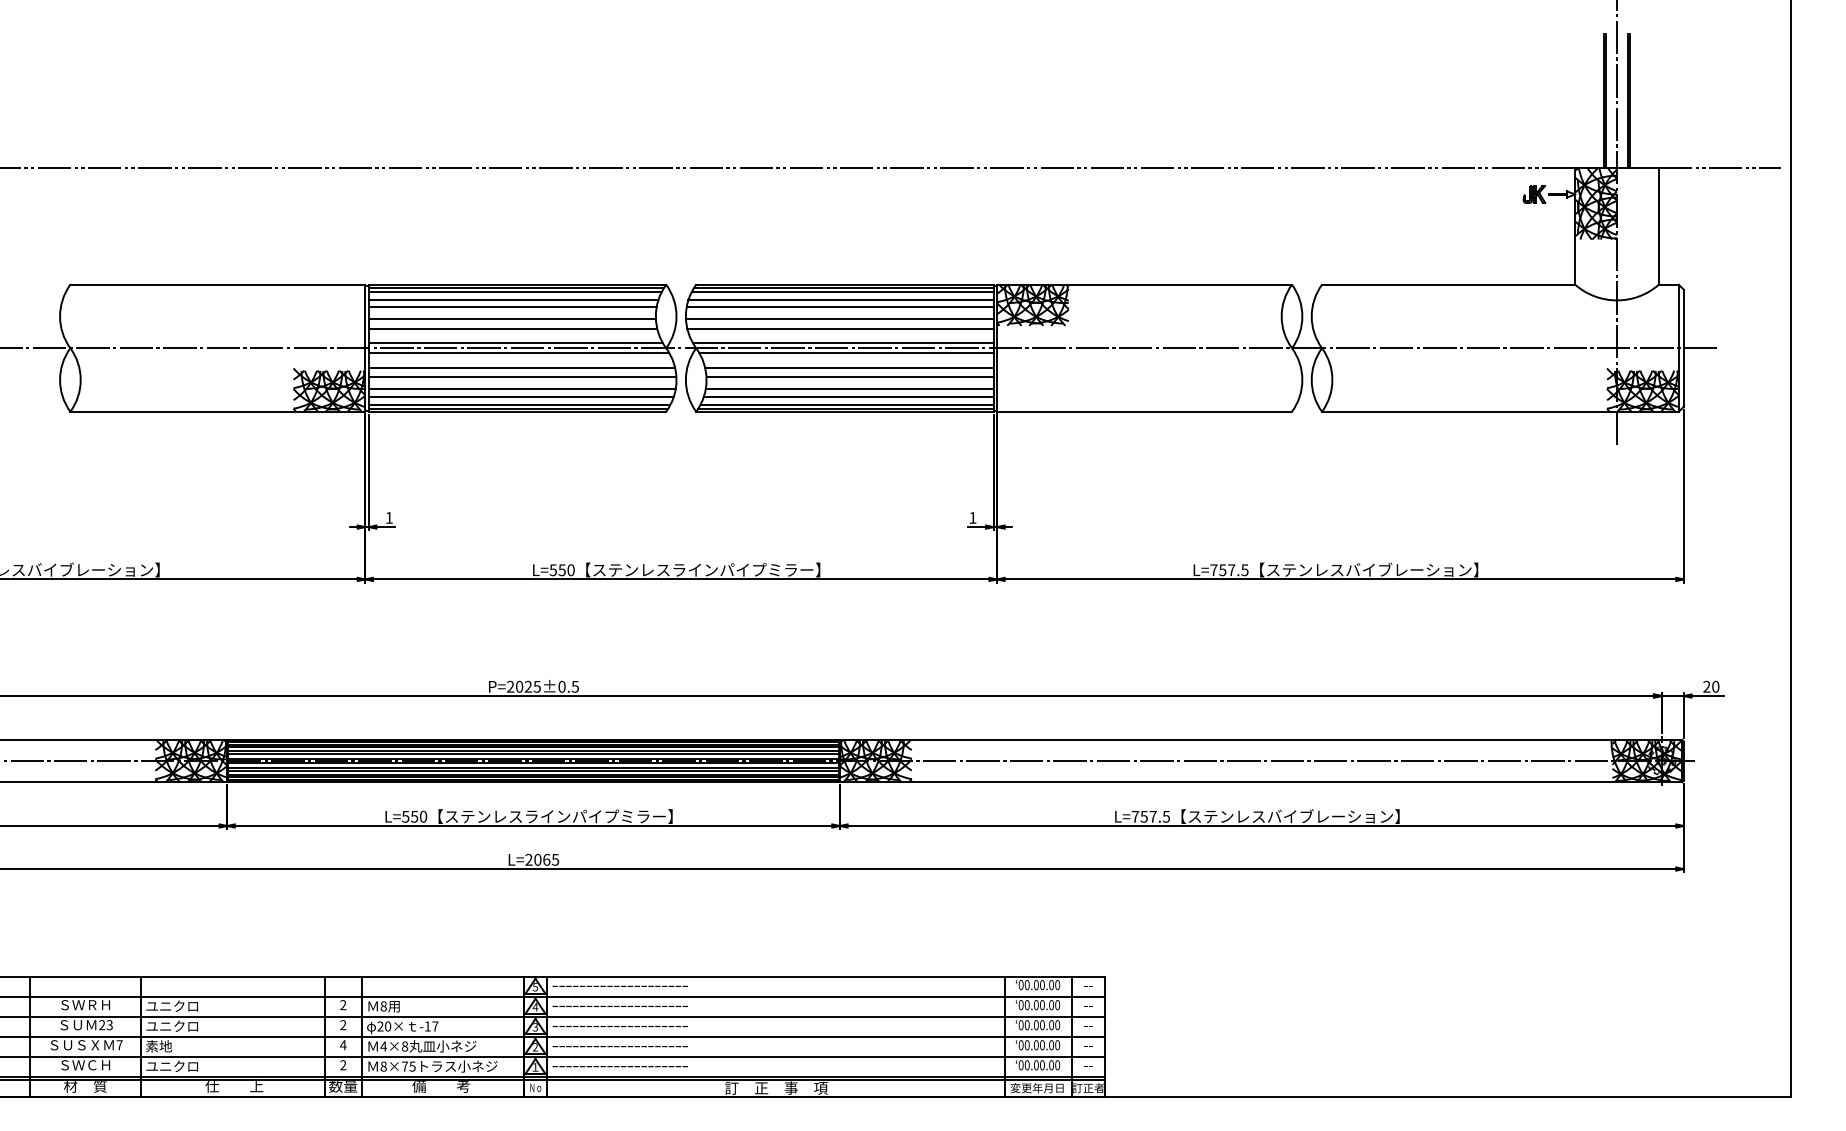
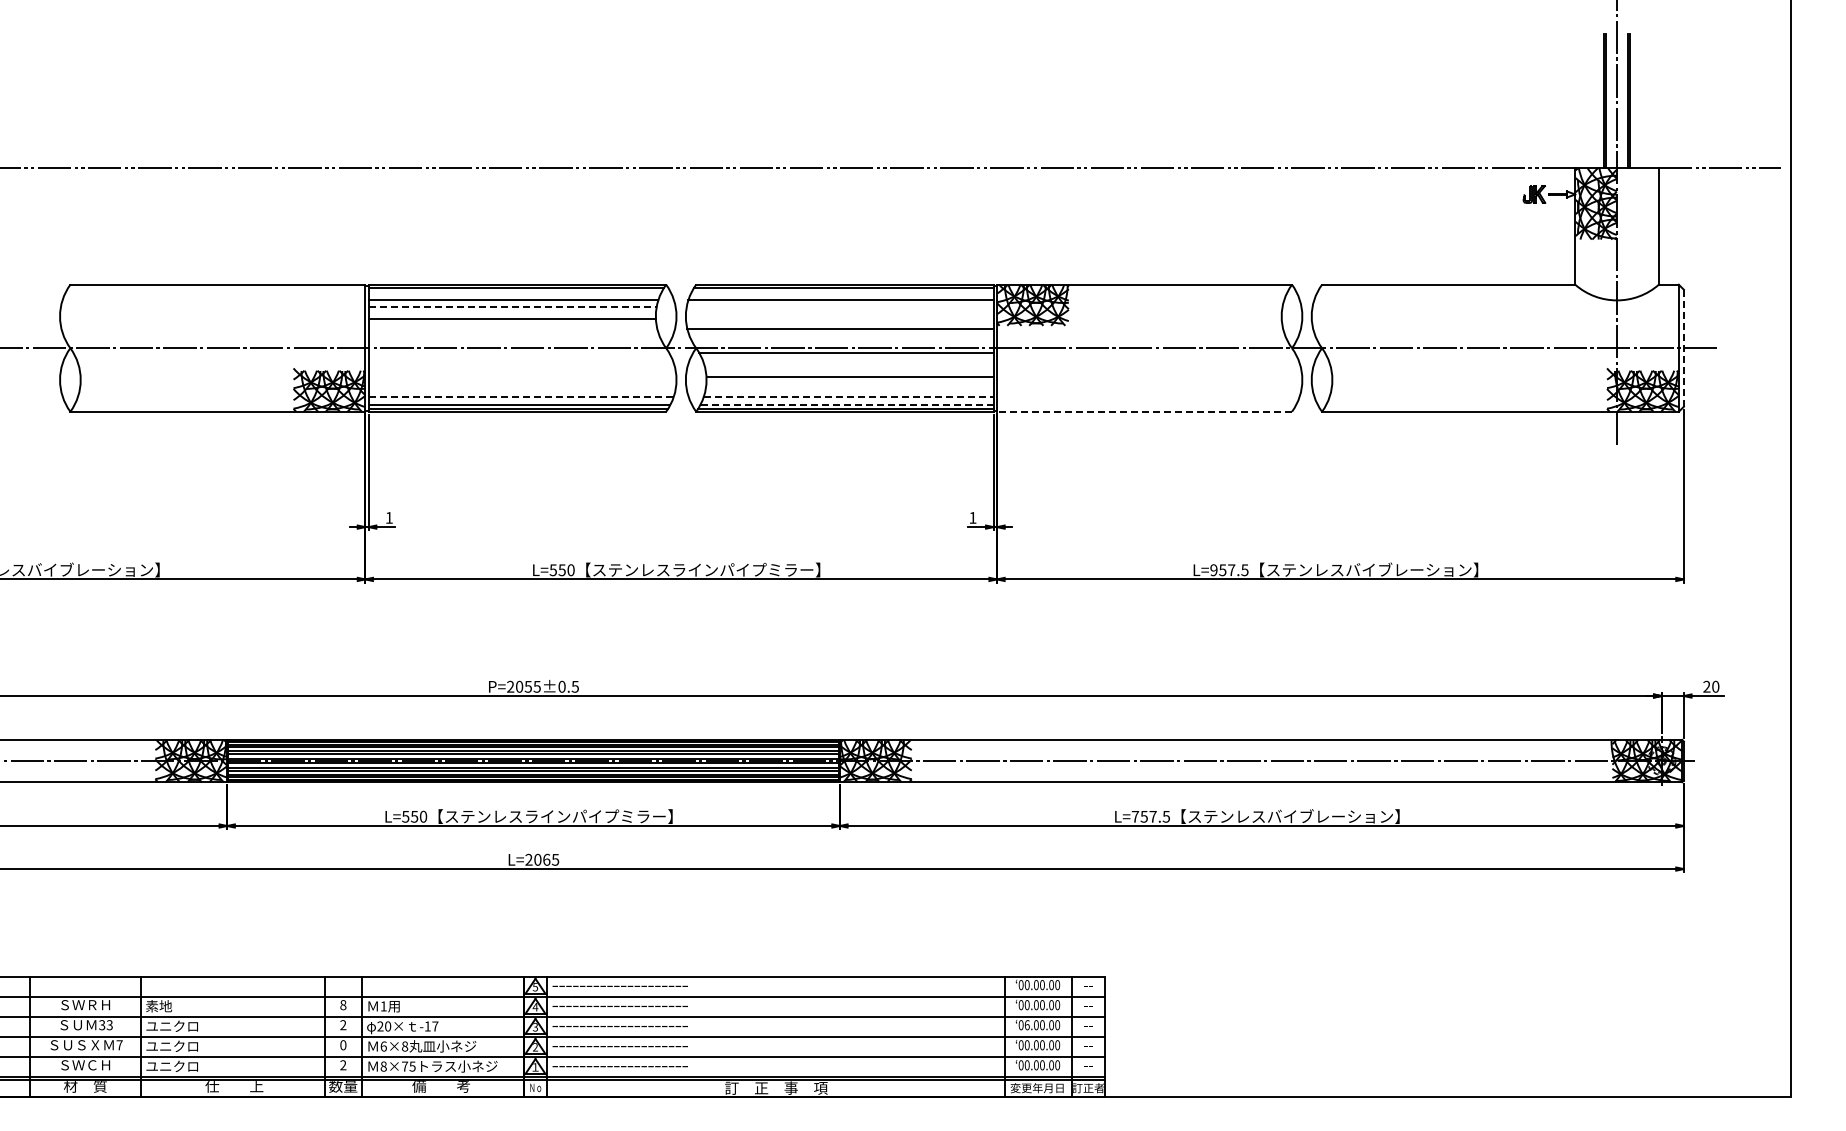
line at (514, 291): present -> none
line at (842, 291): present -> none
line at (512, 307): solid -> dashed
line at (839, 307): present -> none
line at (839, 319): present -> none
line at (512, 328): present -> none
line at (515, 343): present -> none
line at (842, 343): present -> none
line at (1683, 347): solid -> dashed
line at (518, 353): present -> none
line at (521, 367): present -> none
line at (849, 367): present -> none
line at (522, 377): present -> none
line at (521, 389): present -> none
line at (849, 389): present -> none
line at (521, 396): solid -> dashed
line at (848, 396): solid -> dashed
line at (847, 404): solid -> dashed
line at (1144, 411): solid -> dashed
text at (1213, 570): L=757.5 -> L=957.5
text at (527, 686): P=2025±0.5 -> P=2055±0.5
text at (343, 1005): 2 -> 8
text at (171, 1006): ユニクロ -> 素地
text at (383, 1006): 8 -> 1
text at (1027, 1024): 00.00.00 -> 06.00.00
text at (102, 1025): 23 -> 33
text at (343, 1045): 4 -> 0
text at (171, 1046): 素地 -> ユニクロ
text at (383, 1046): 4×8 -> 6×8
